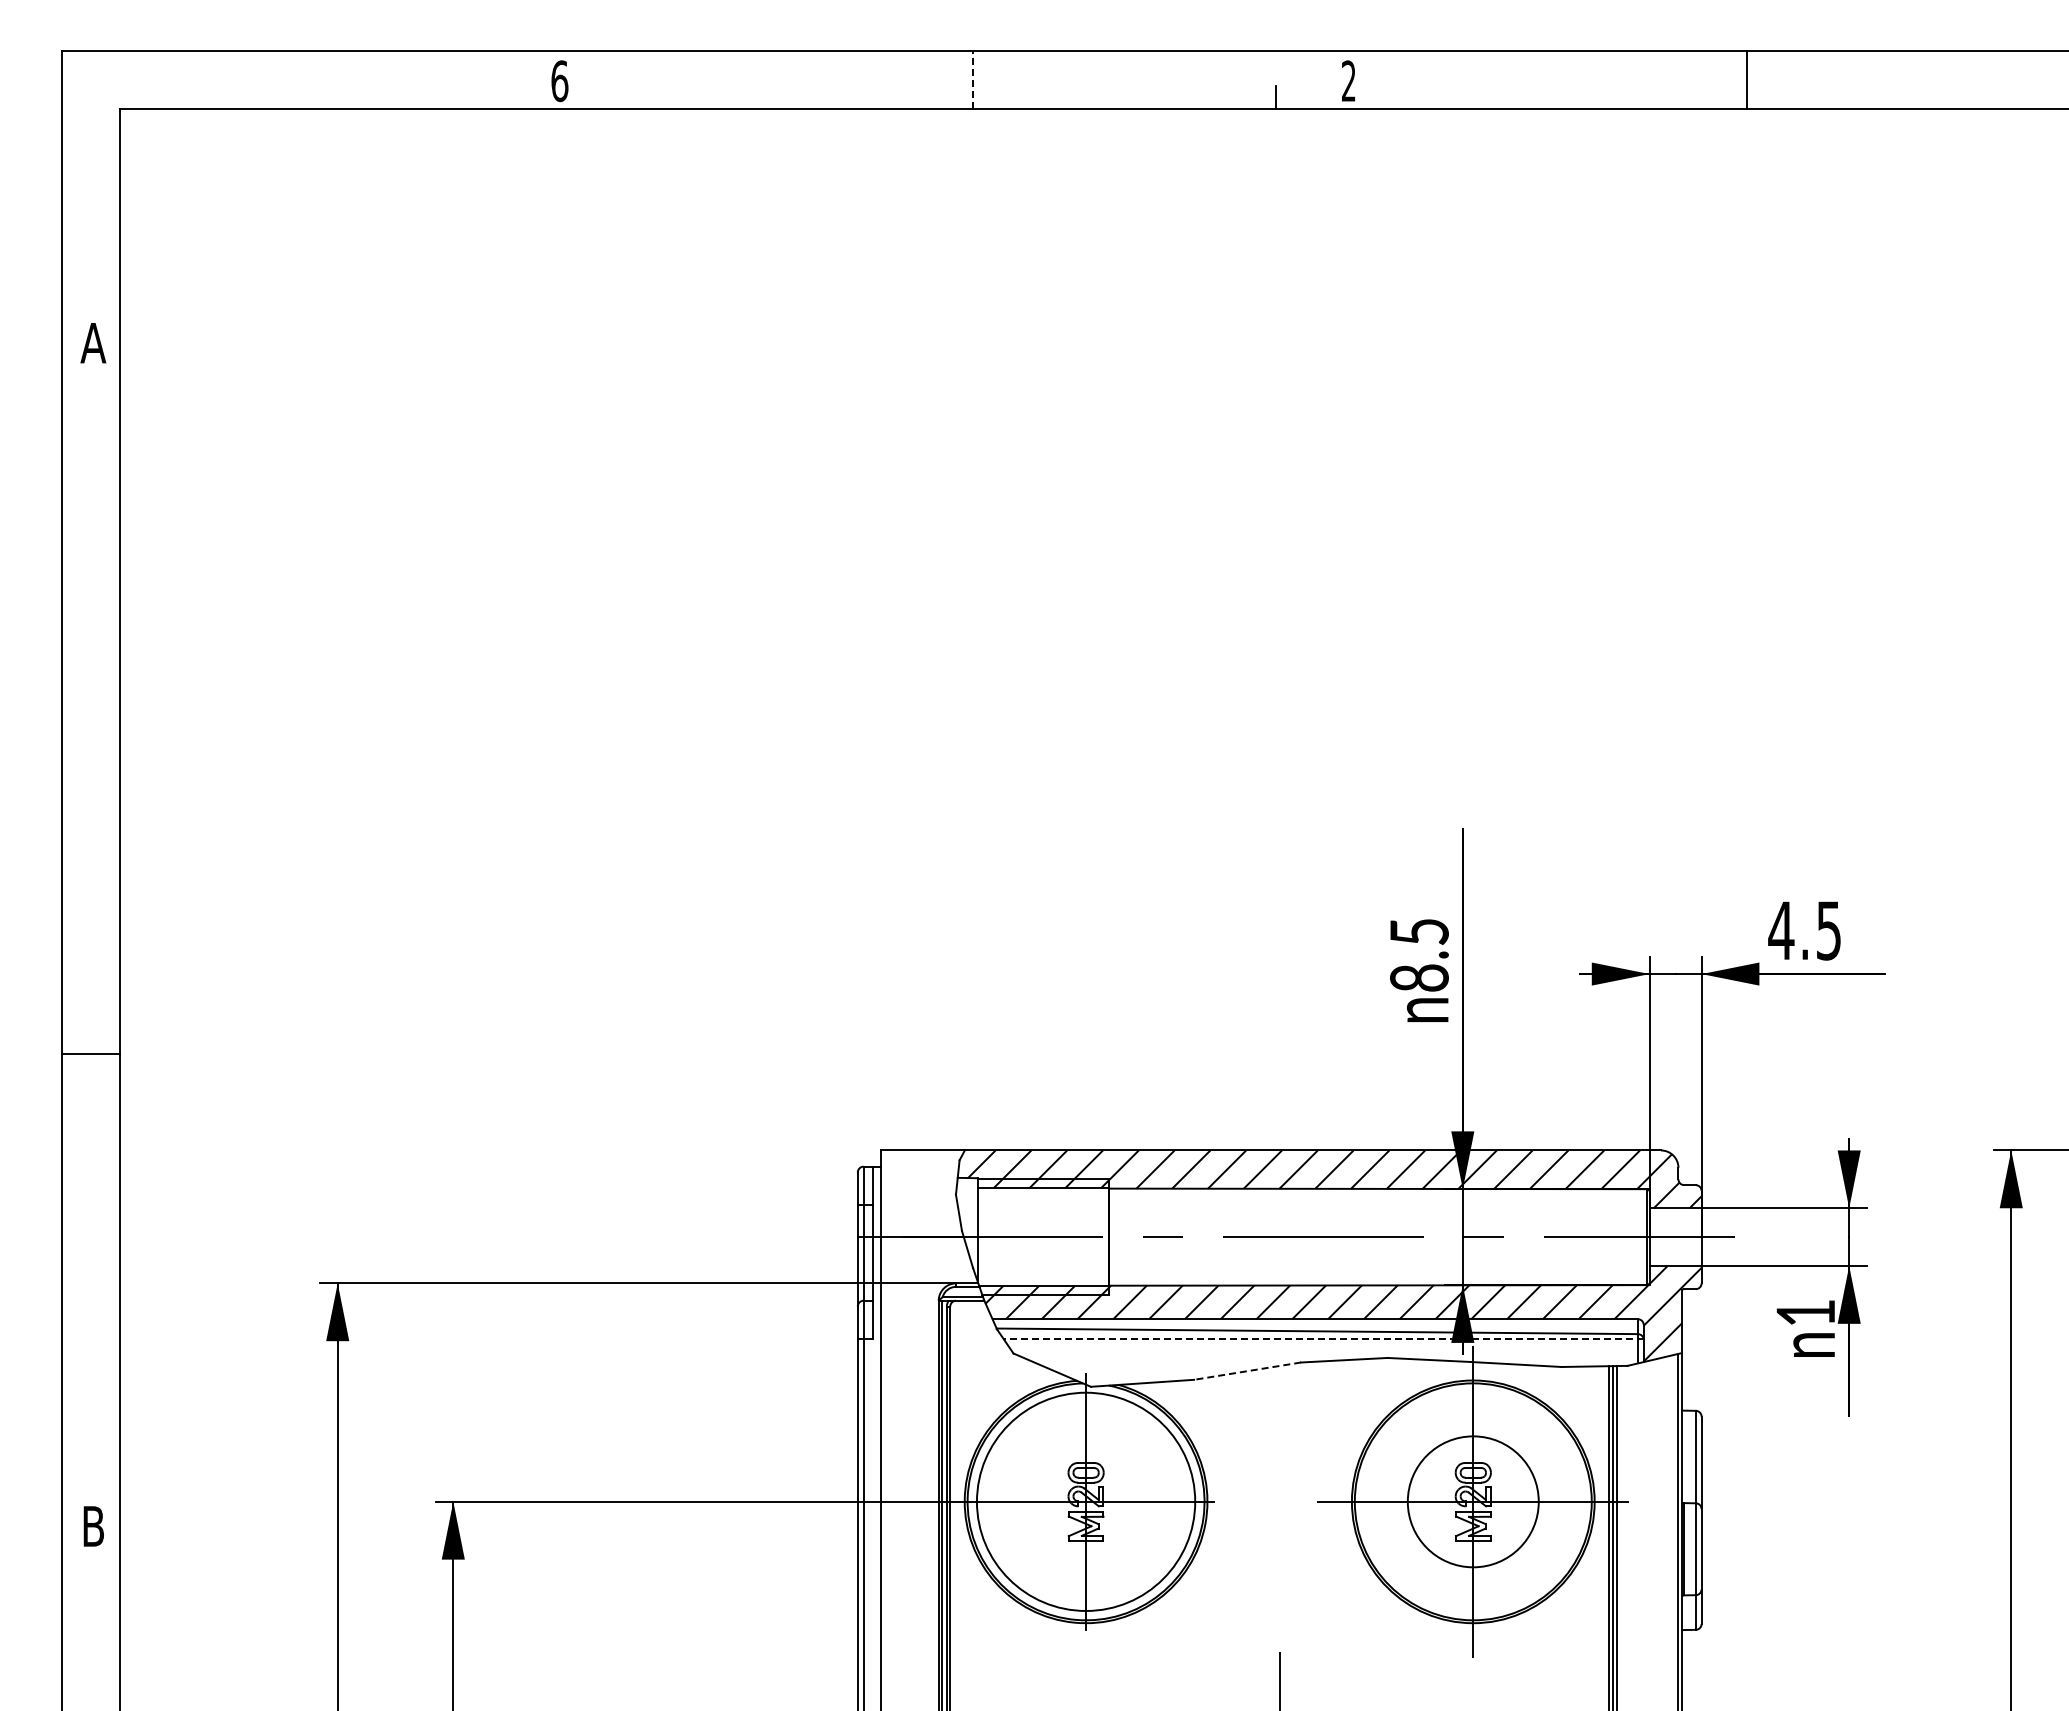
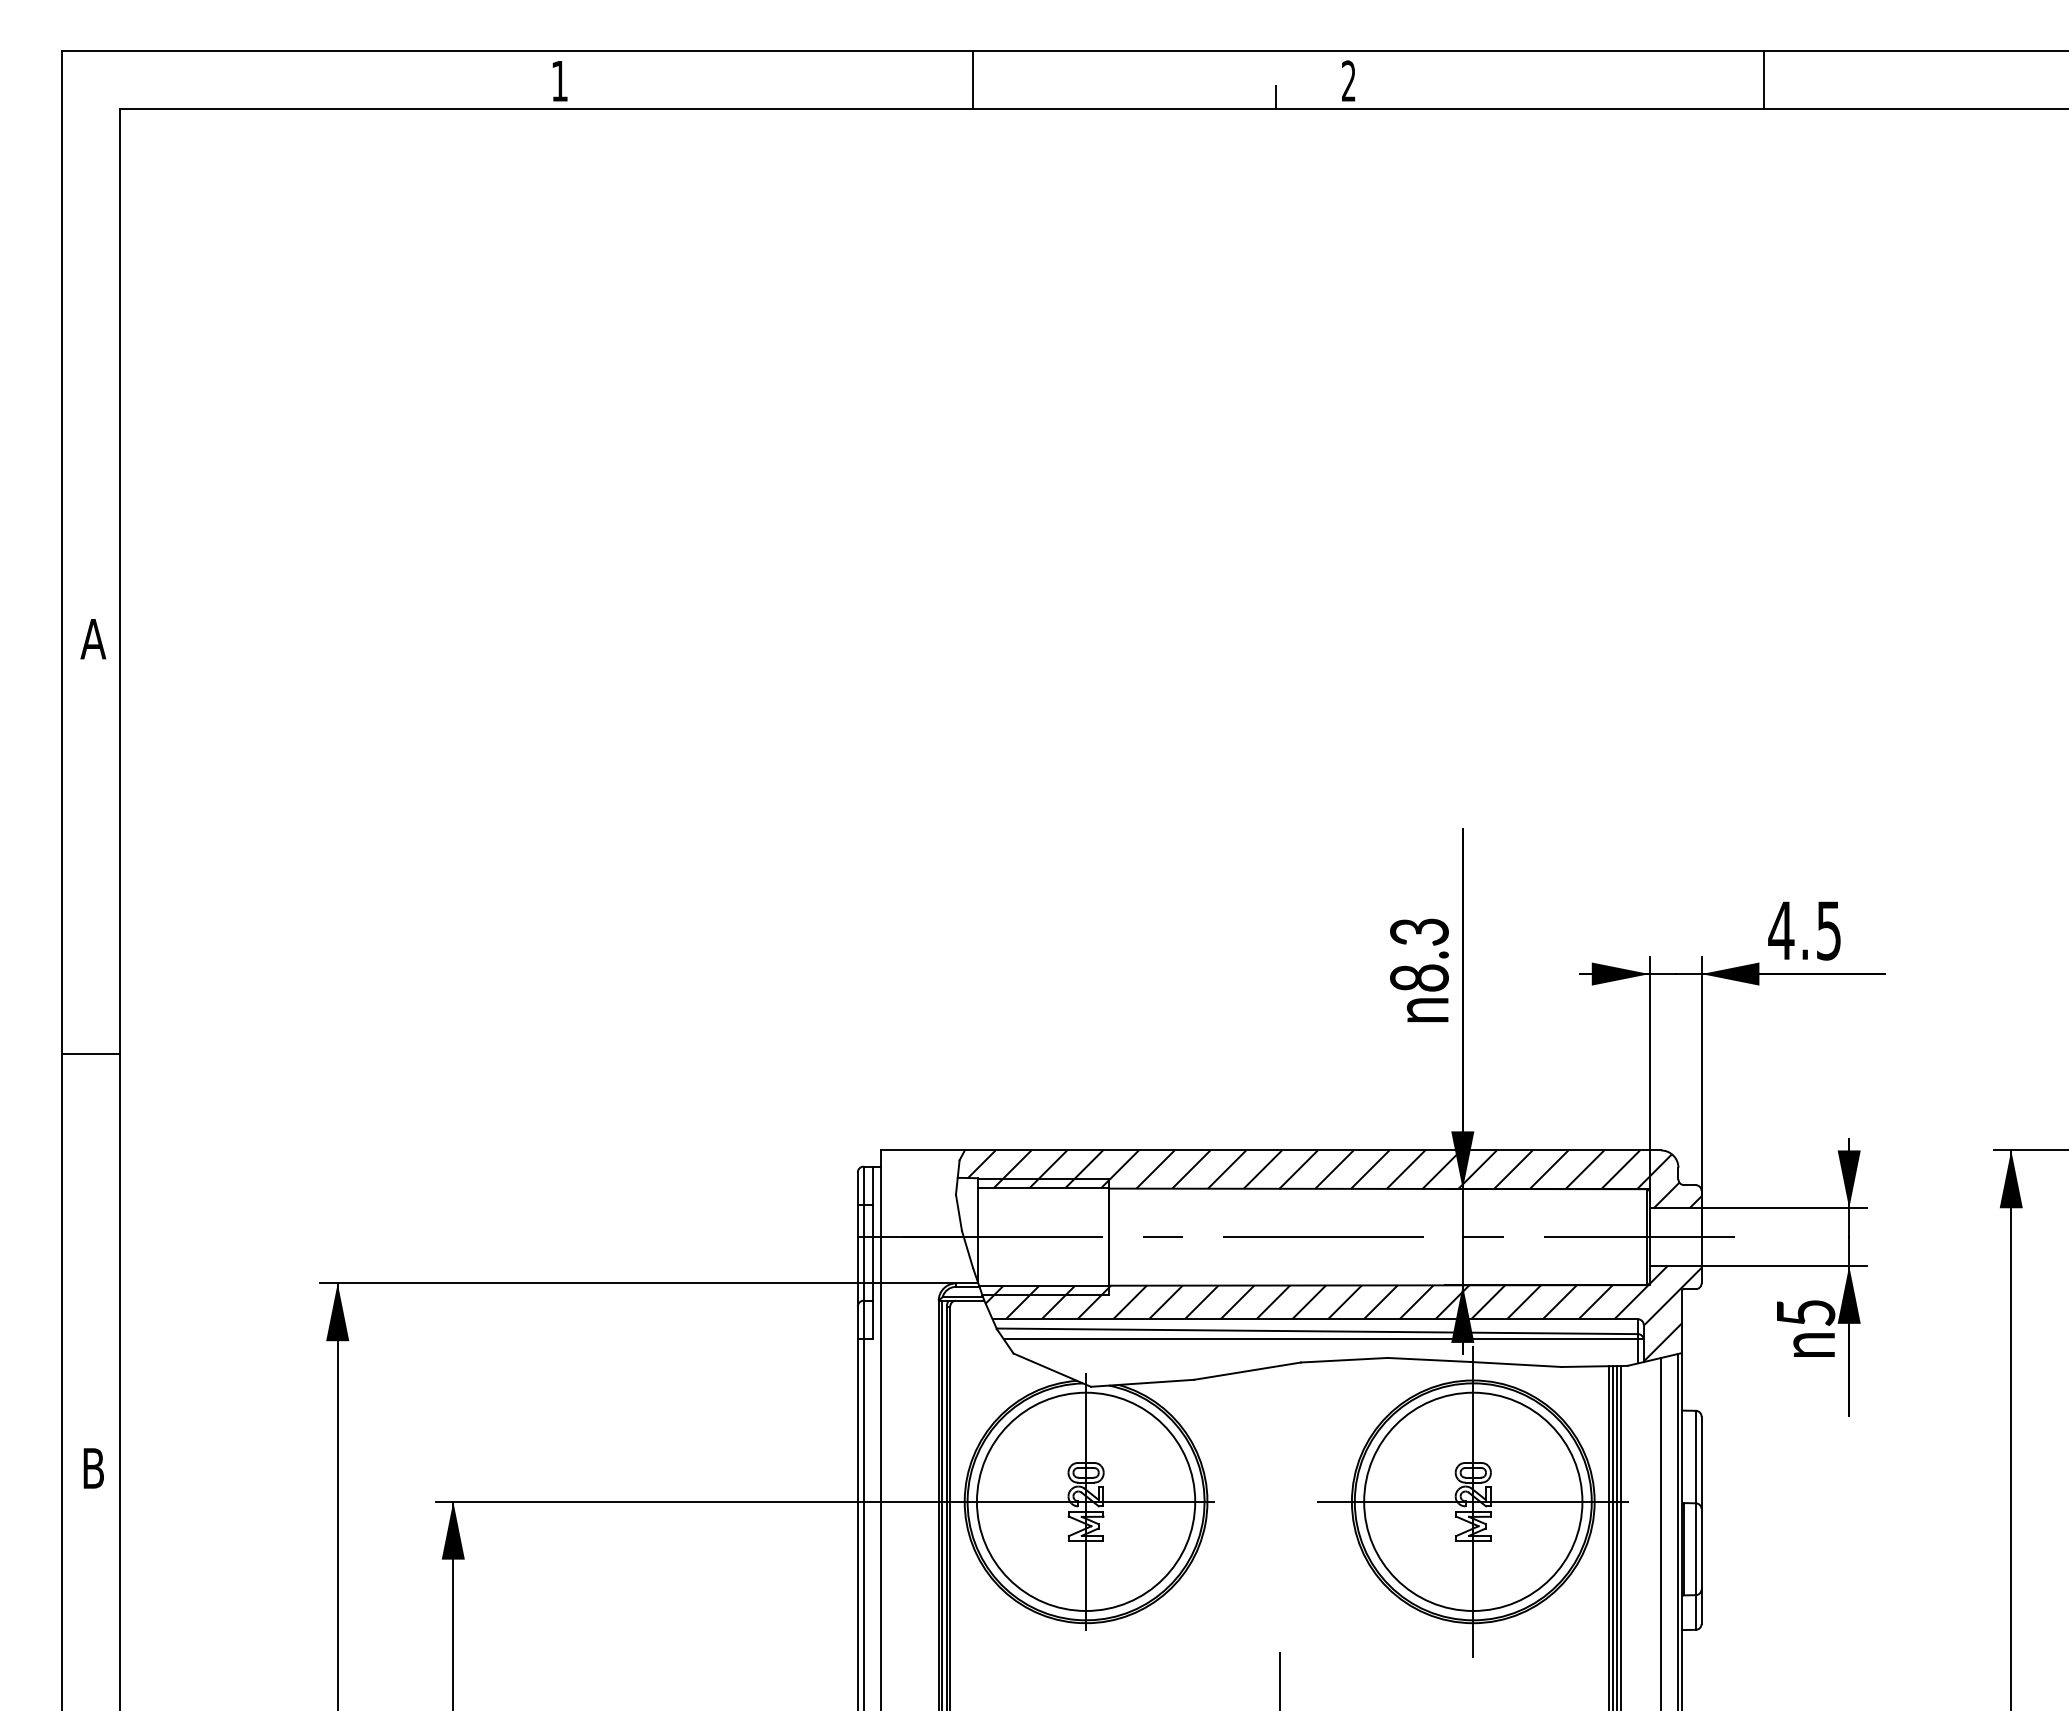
line at (973, 80): dashed -> solid
line at (1747, 80) position: (1747, 80) -> (1764, 80)
text at (559, 81): 6 -> 1
text at (93, 343) position: (93, 343) -> (93, 639)
text at (1419, 931): 8.5 -> 8.3
text at (1805, 1312): 1 -> 5
line at (1323, 1338): dashed -> solid
line at (1247, 1371): dashed -> solid
circle at (1472, 1501) diameter: 131 px -> 218 px
text at (93, 1526) position: (93, 1526) -> (93, 1468)
line at (1661, 1532): none -> present
line at (1620, 1536): none -> present
